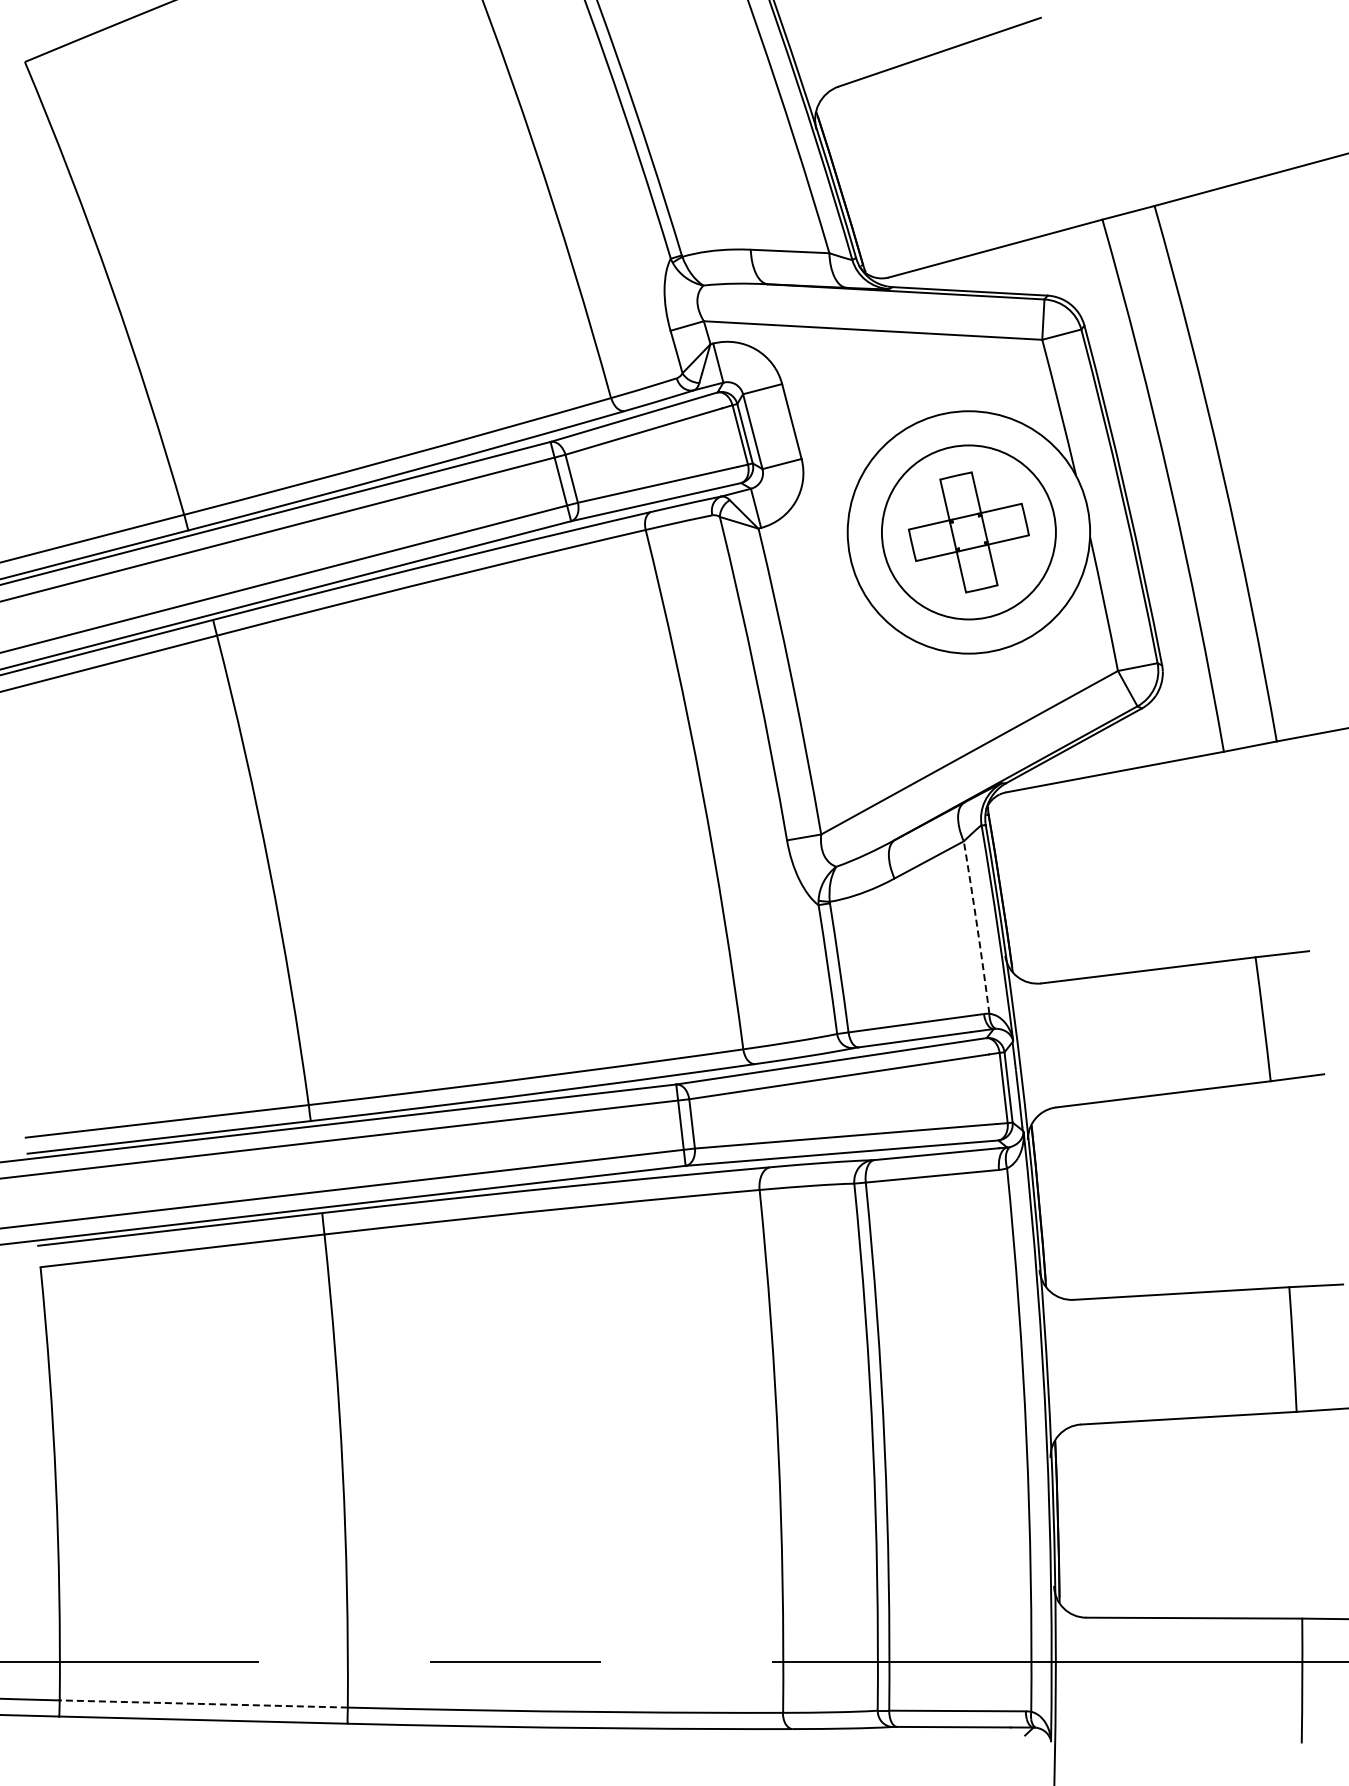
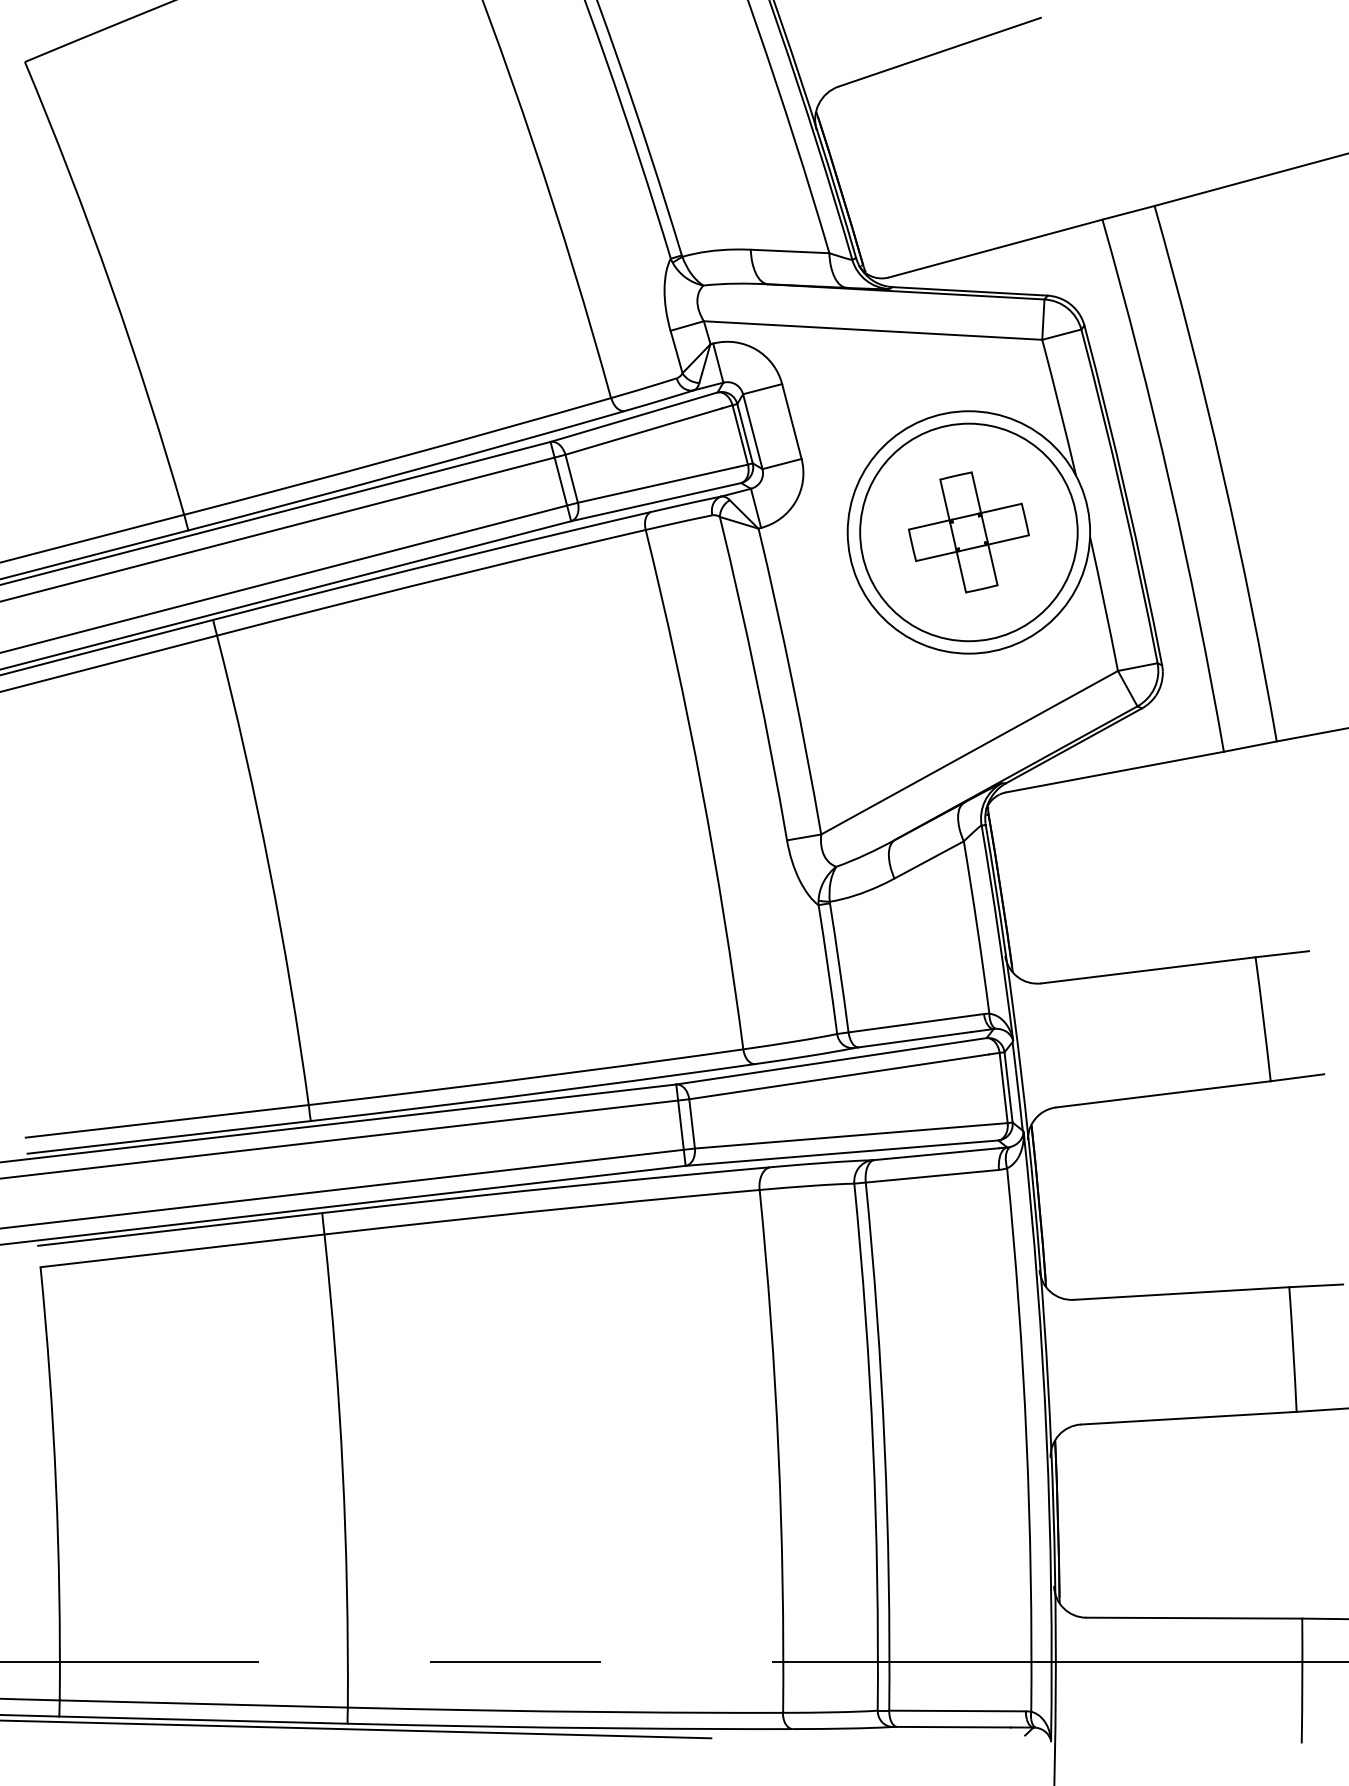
circle at (968, 532) diameter: 174 px -> 218 px
arc at (977, 927): dashed -> solid
line at (203, 1703): dashed -> solid
line at (356, 1729): none -> present
